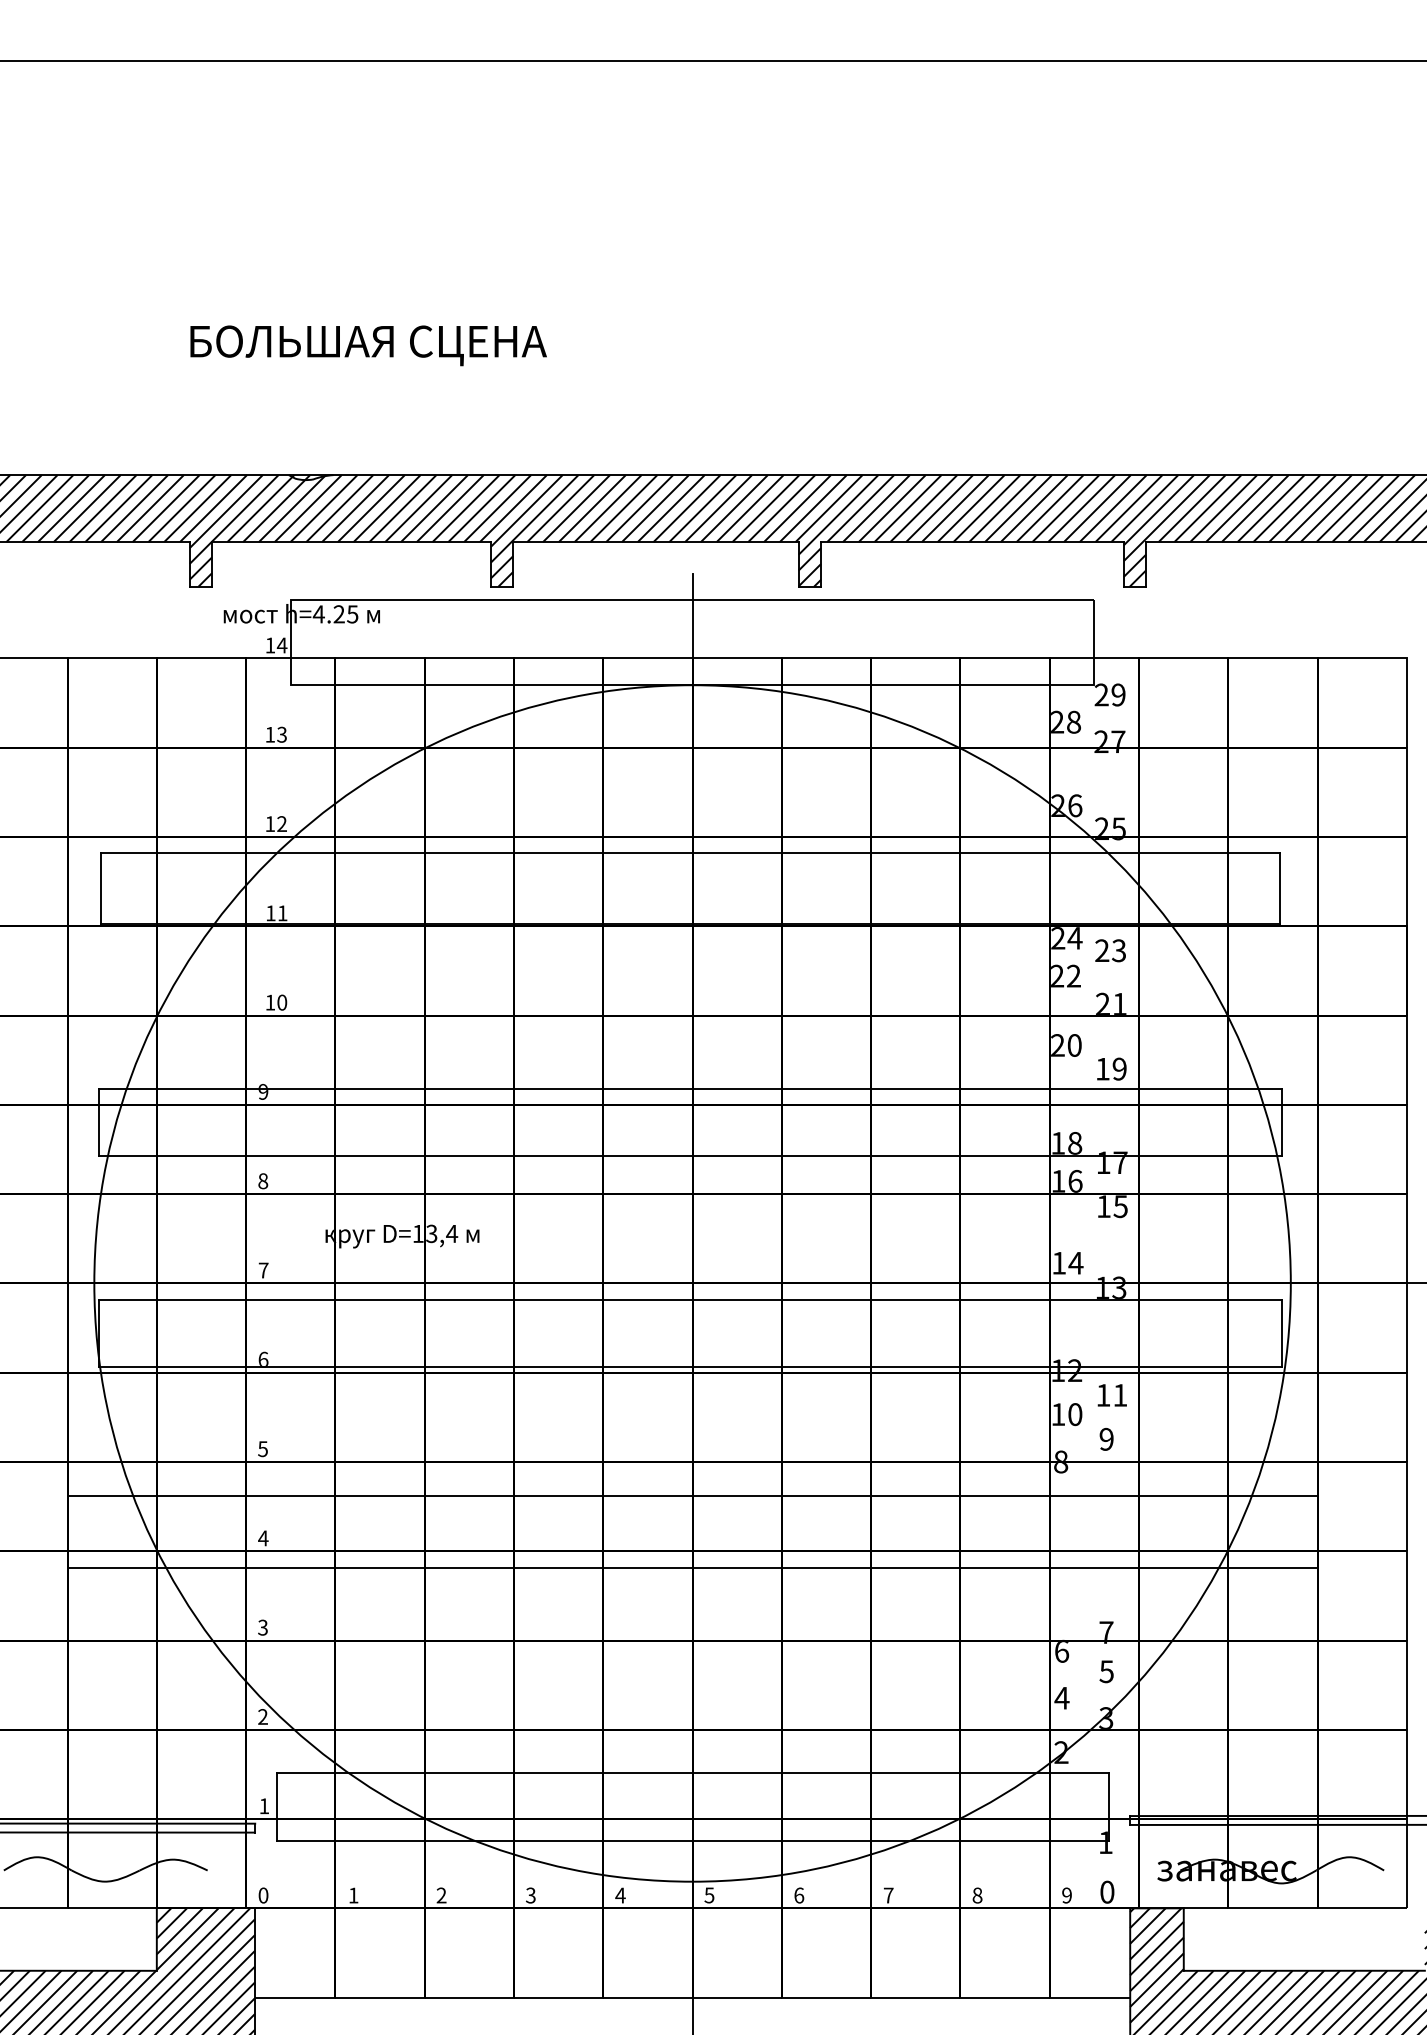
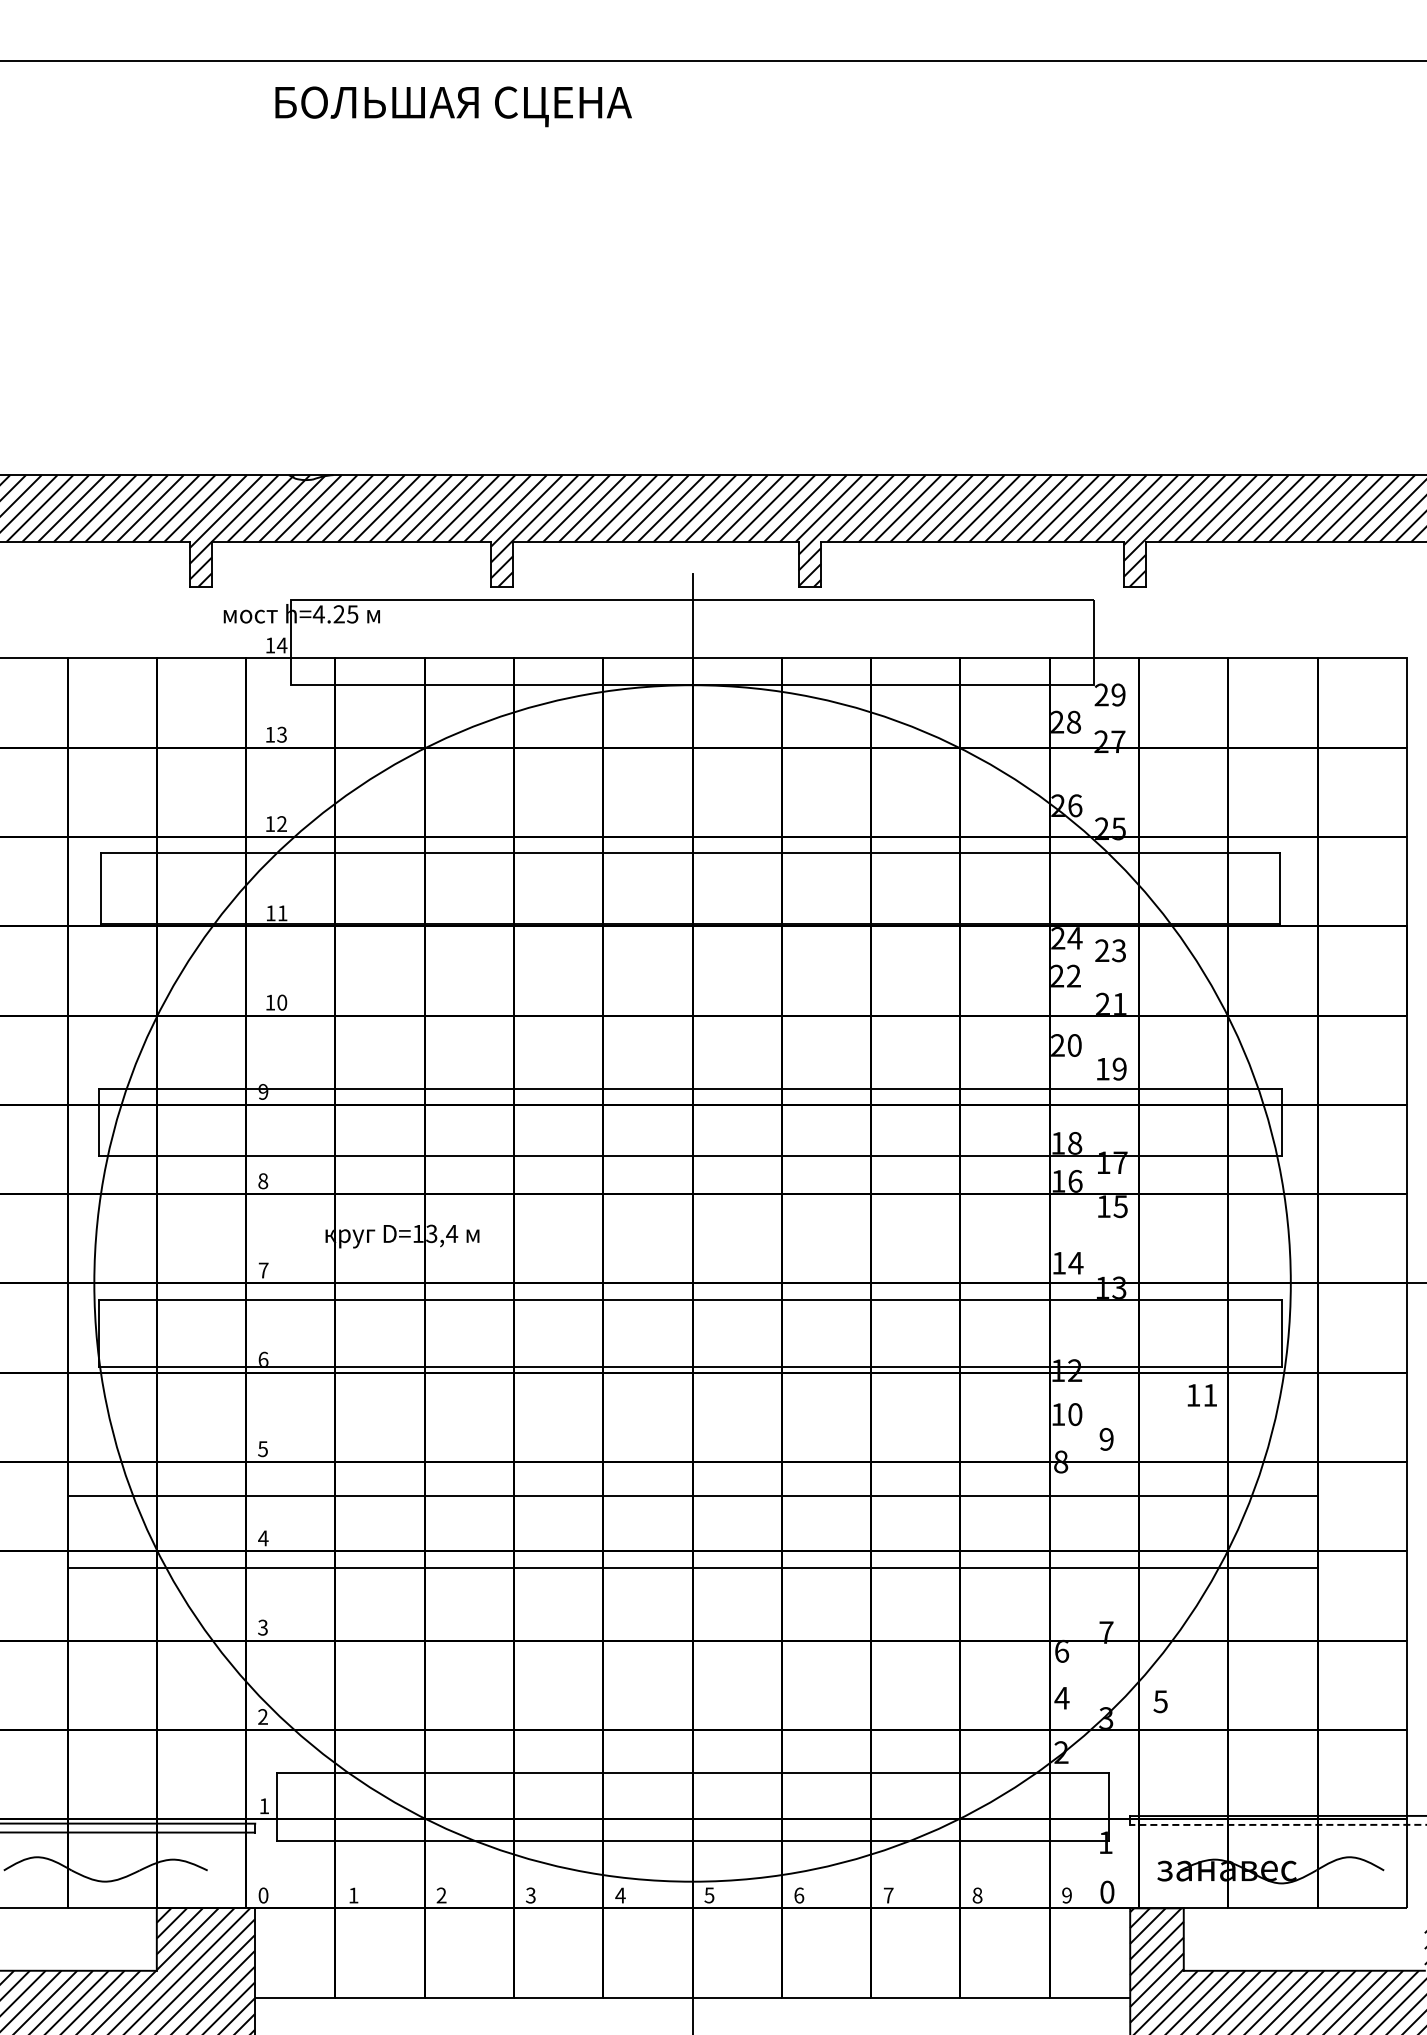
text at (368, 345) position: (368, 345) -> (453, 106)
text at (1111, 1395) position: (1111, 1395) -> (1201, 1395)
text at (1106, 1671) position: (1106, 1671) -> (1160, 1701)
line at (1277, 1824): solid -> dashed
